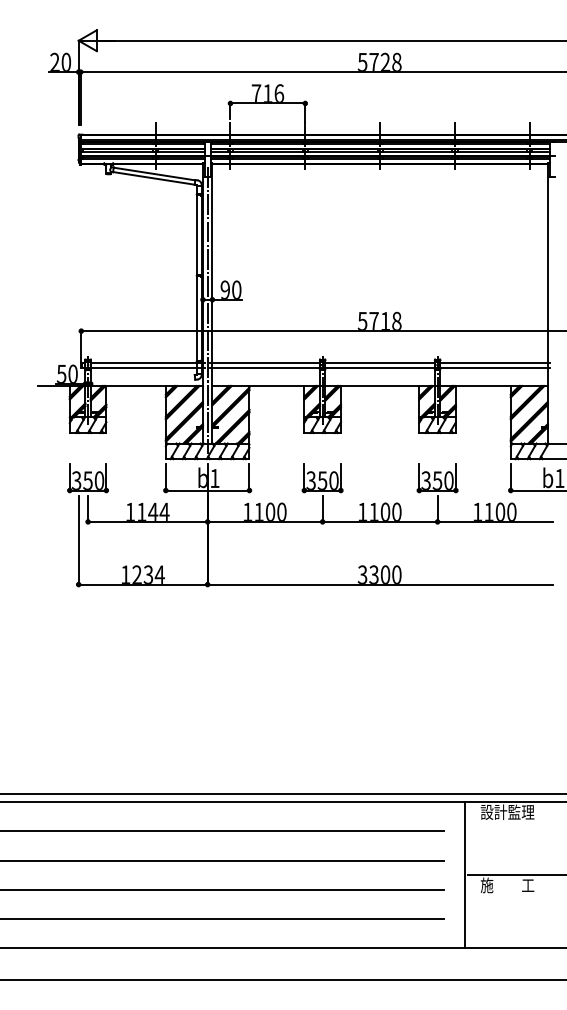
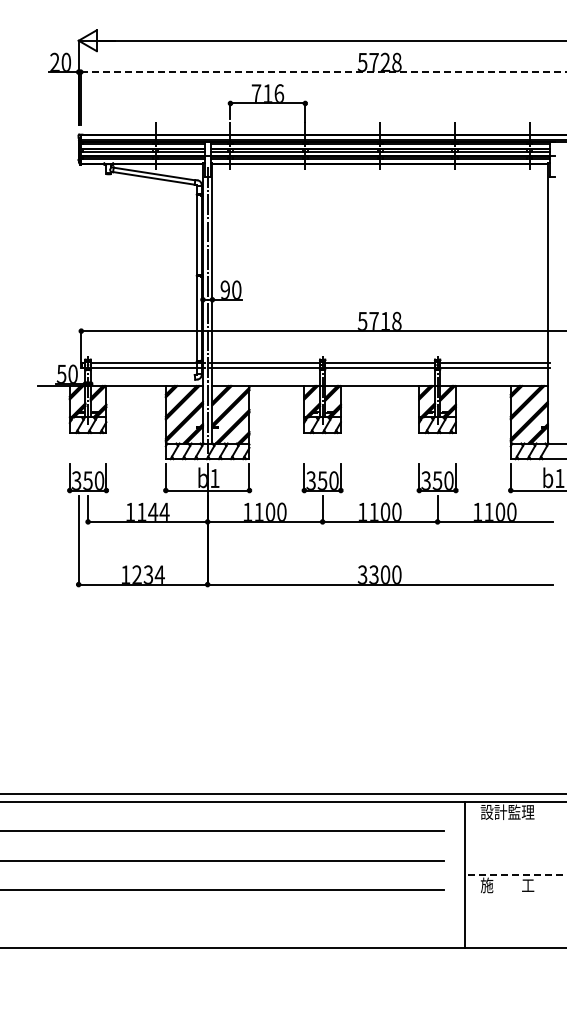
line at (323, 72): solid -> dashed
line at (517, 875): solid -> dashed
line at (222, 919): present -> none
line at (282, 979): present -> none
